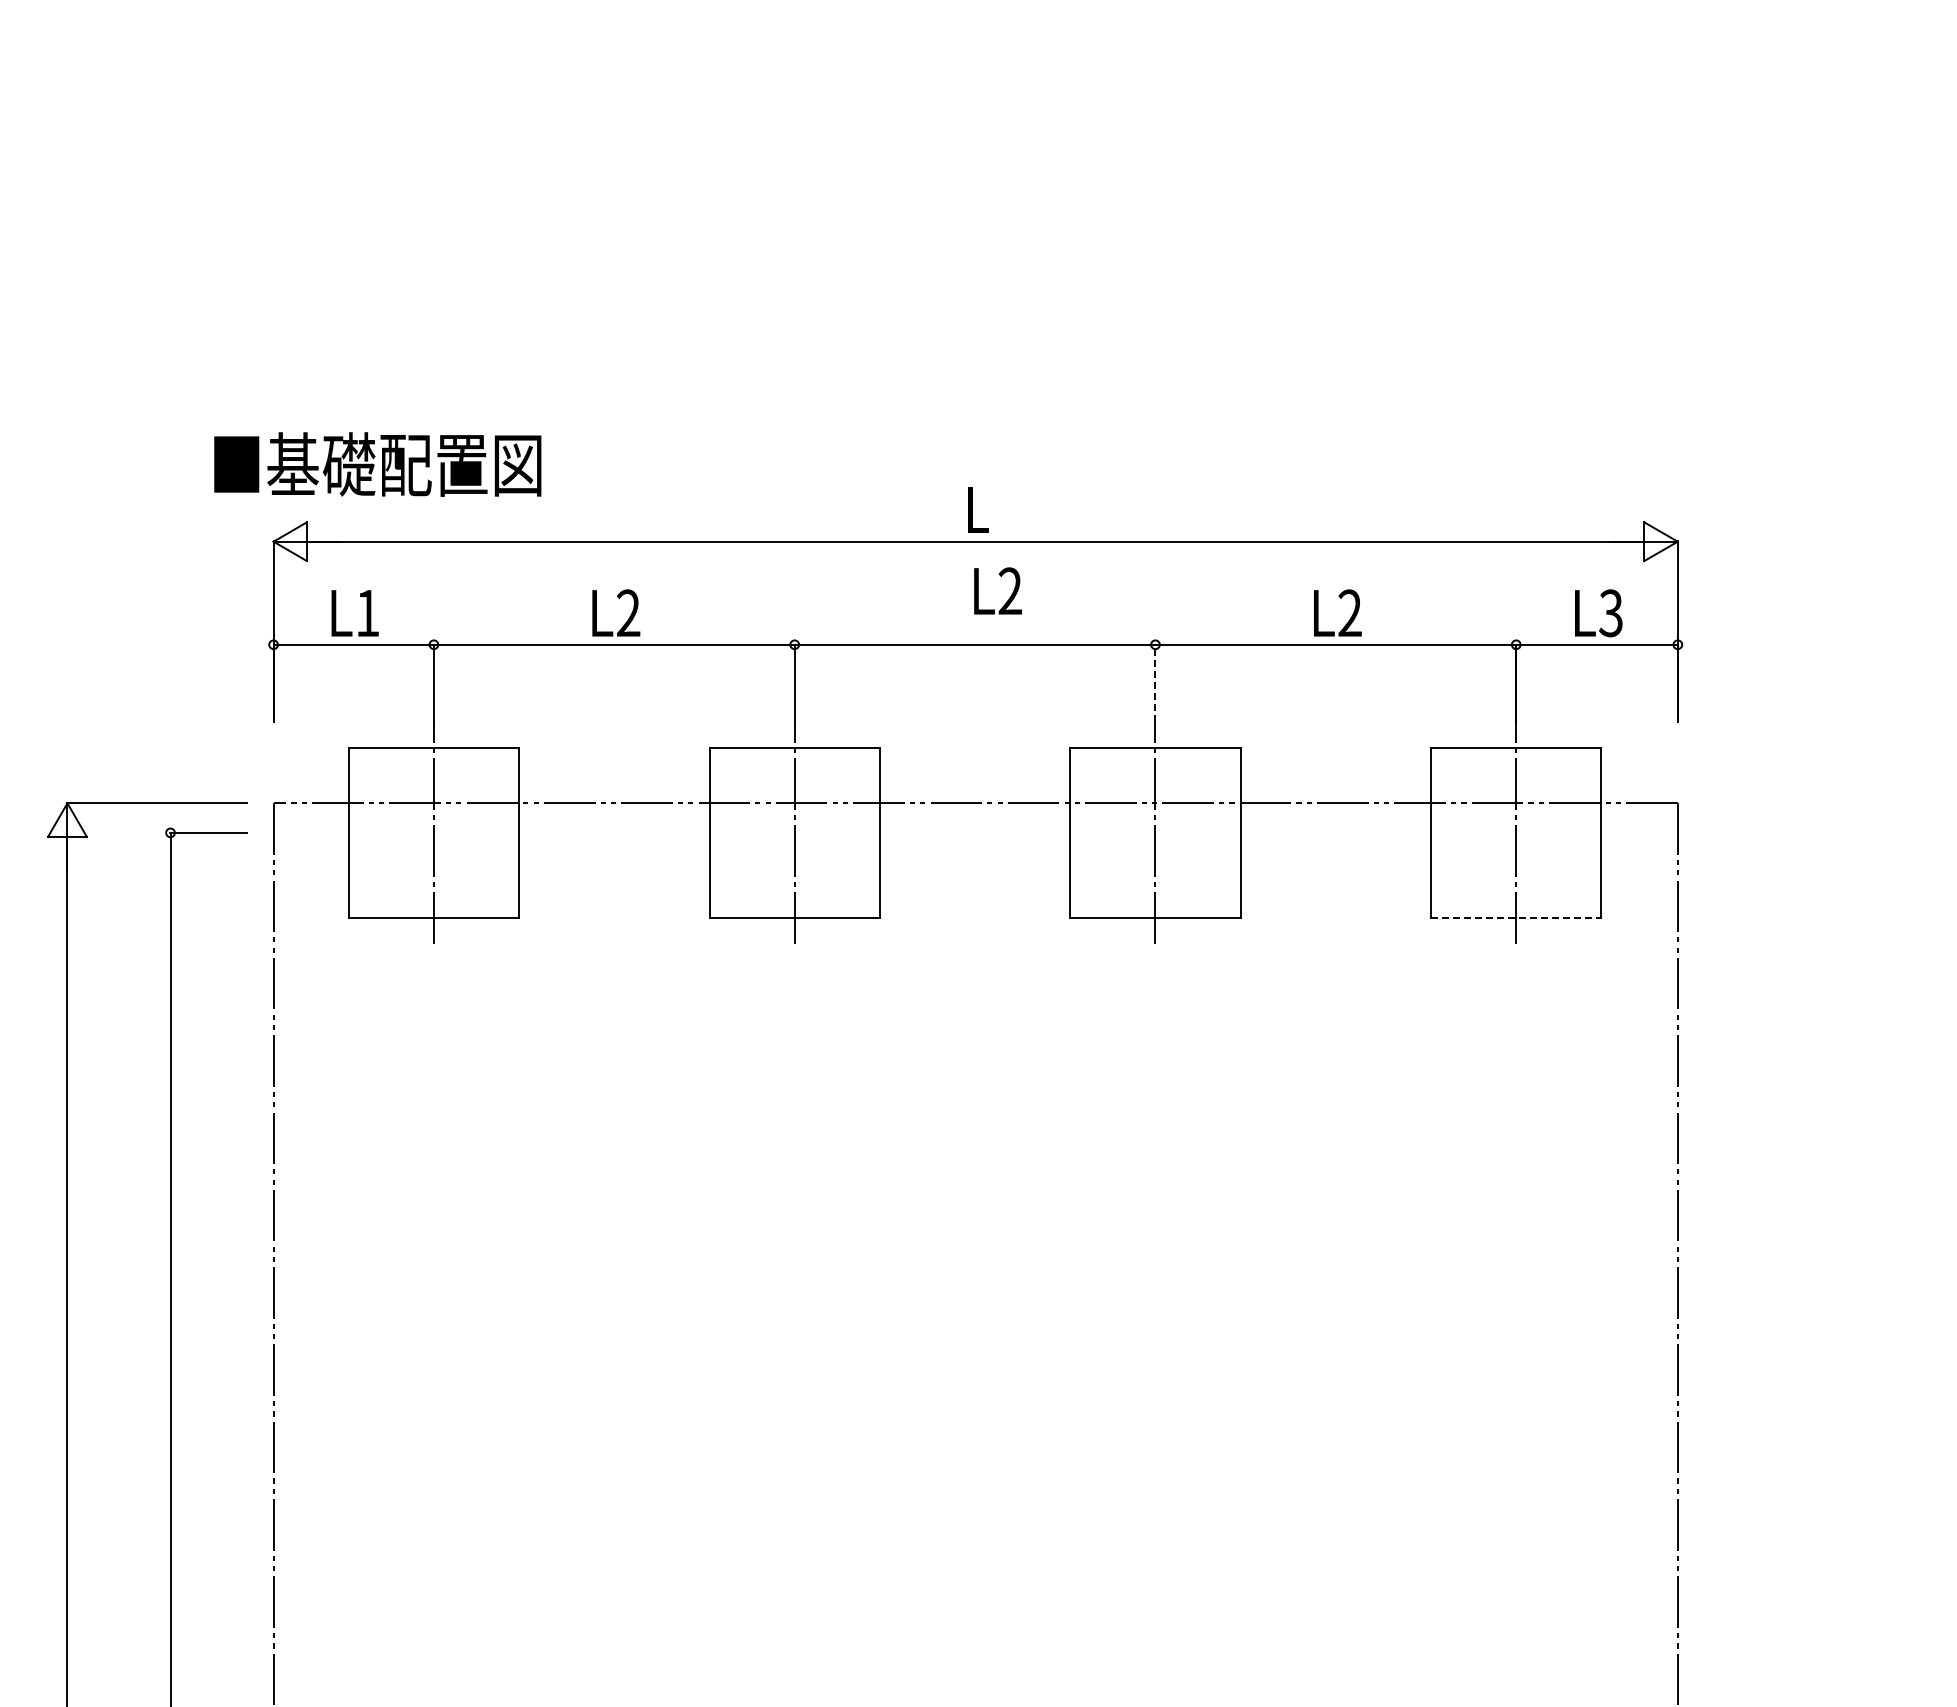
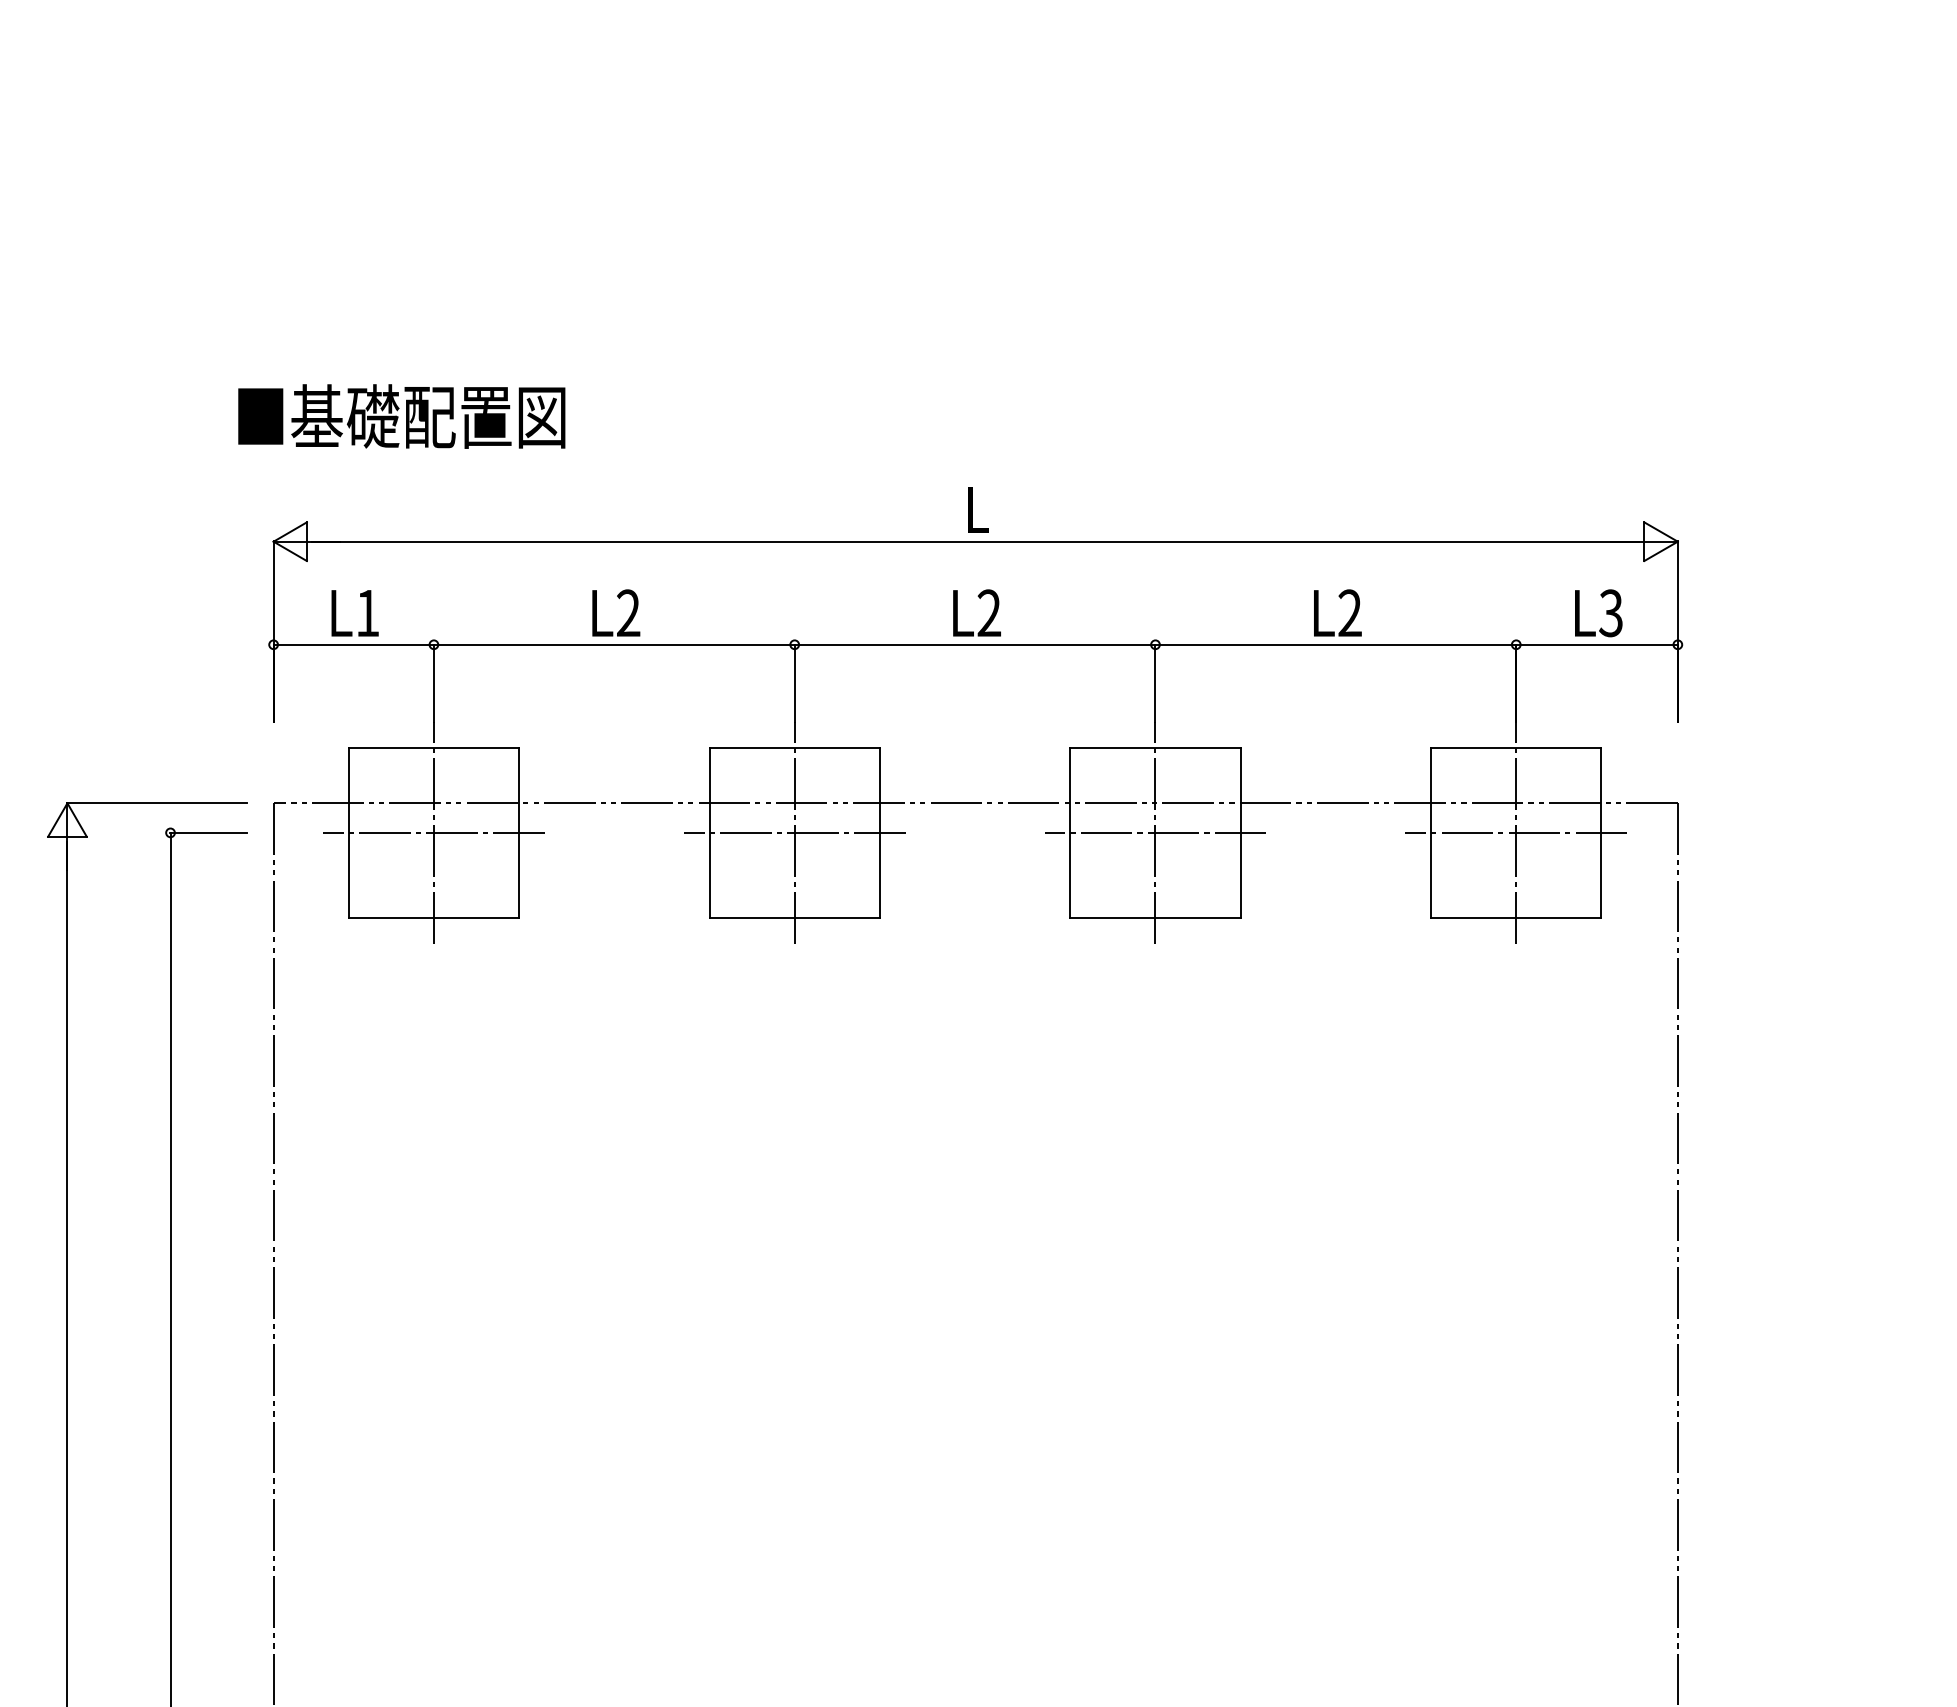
text at (377, 464) position: (377, 464) -> (401, 416)
text at (997, 590) position: (997, 590) -> (976, 612)
line at (1155, 683): dashed -> solid
line at (433, 832): none -> present
line at (794, 832): none -> present
line at (1155, 832): none -> present
line at (1516, 832): none -> present
line at (1516, 917): dashed -> solid
